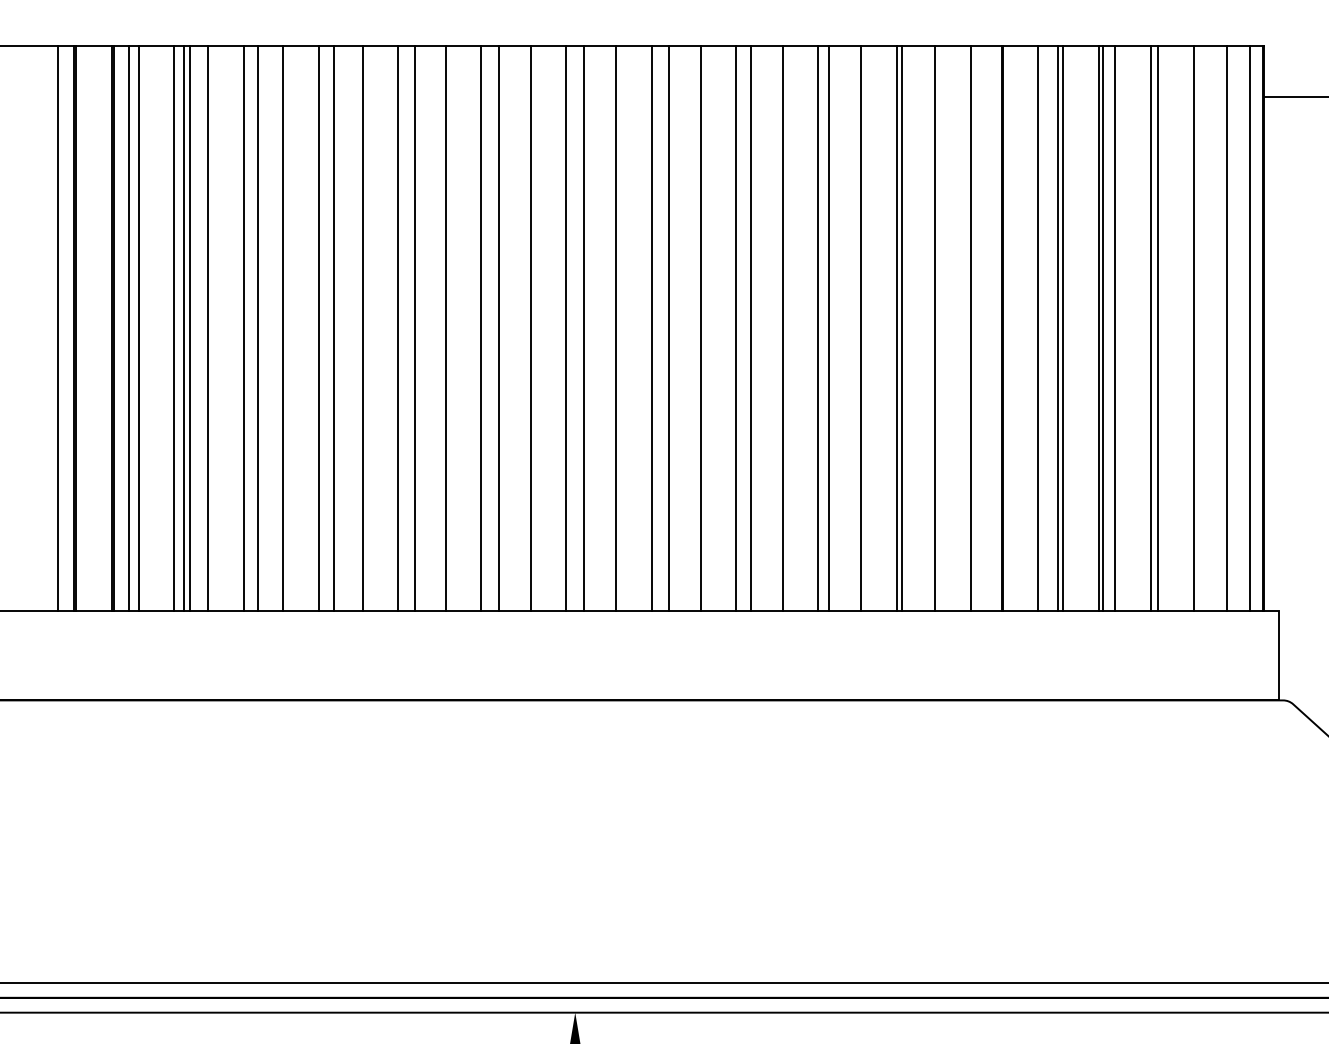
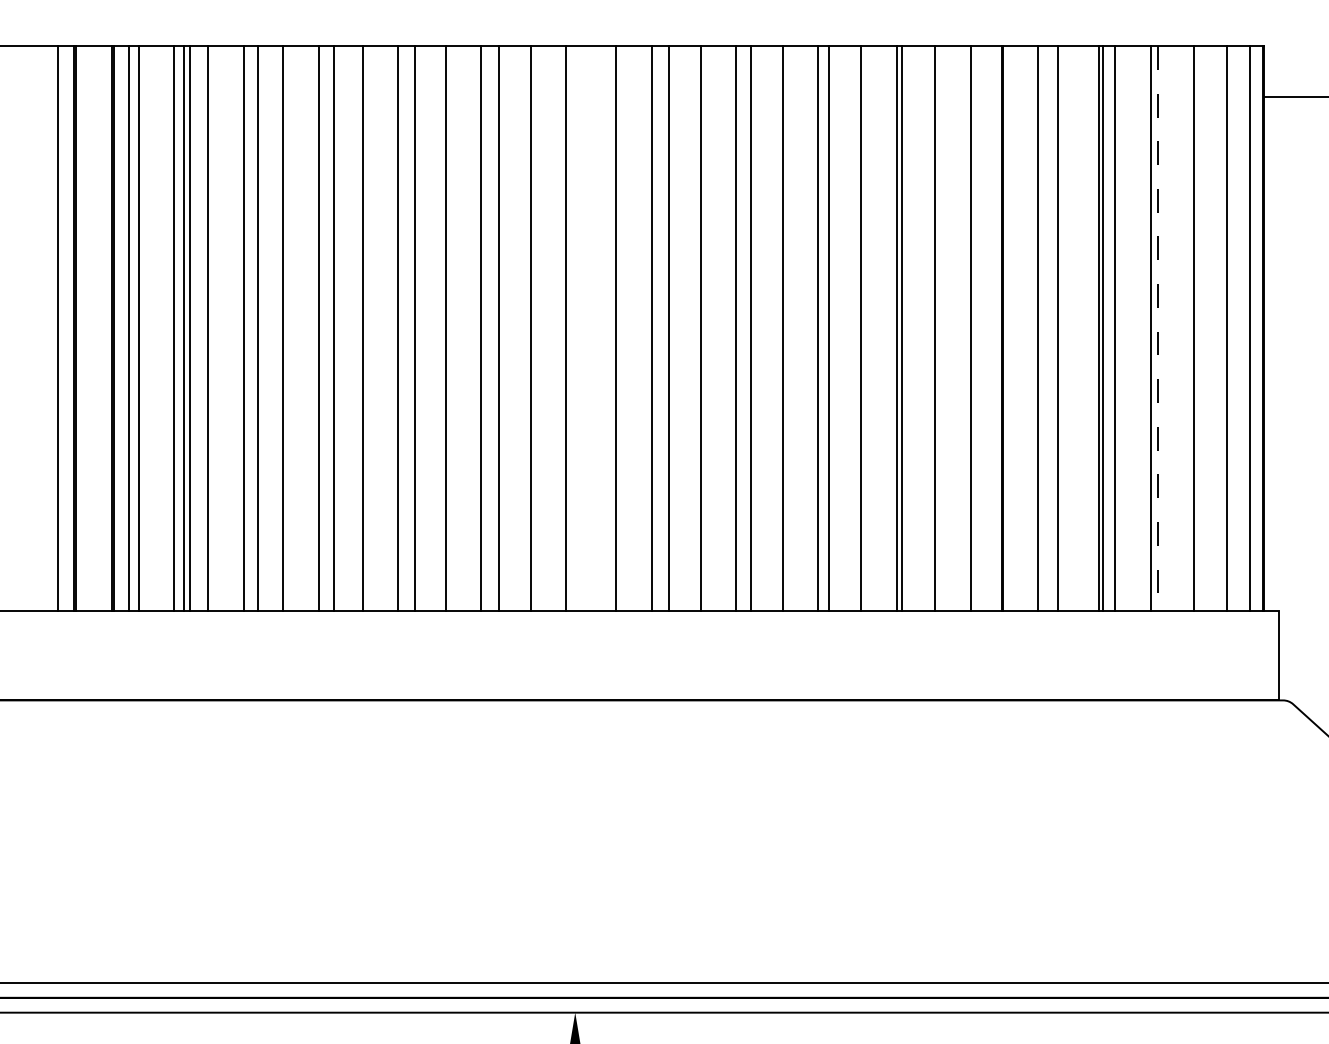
line at (583, 328): present -> none
line at (1063, 328): present -> none
line at (1158, 328): solid -> dashed
